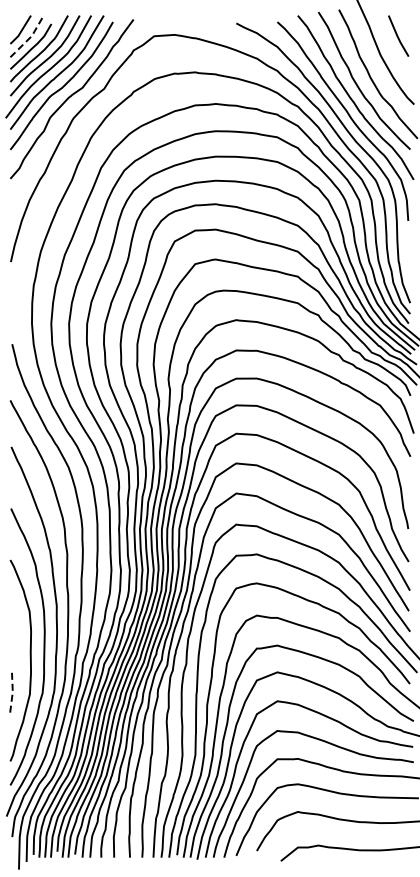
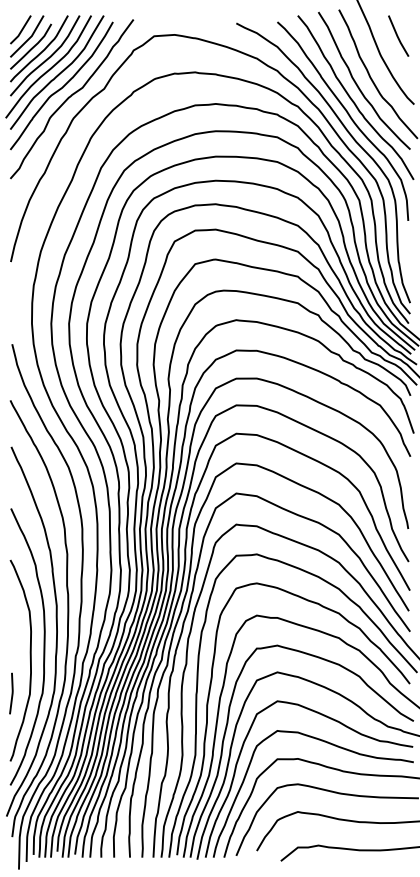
line at (29, 38): dashed -> solid
line at (12, 693): dashed -> solid
